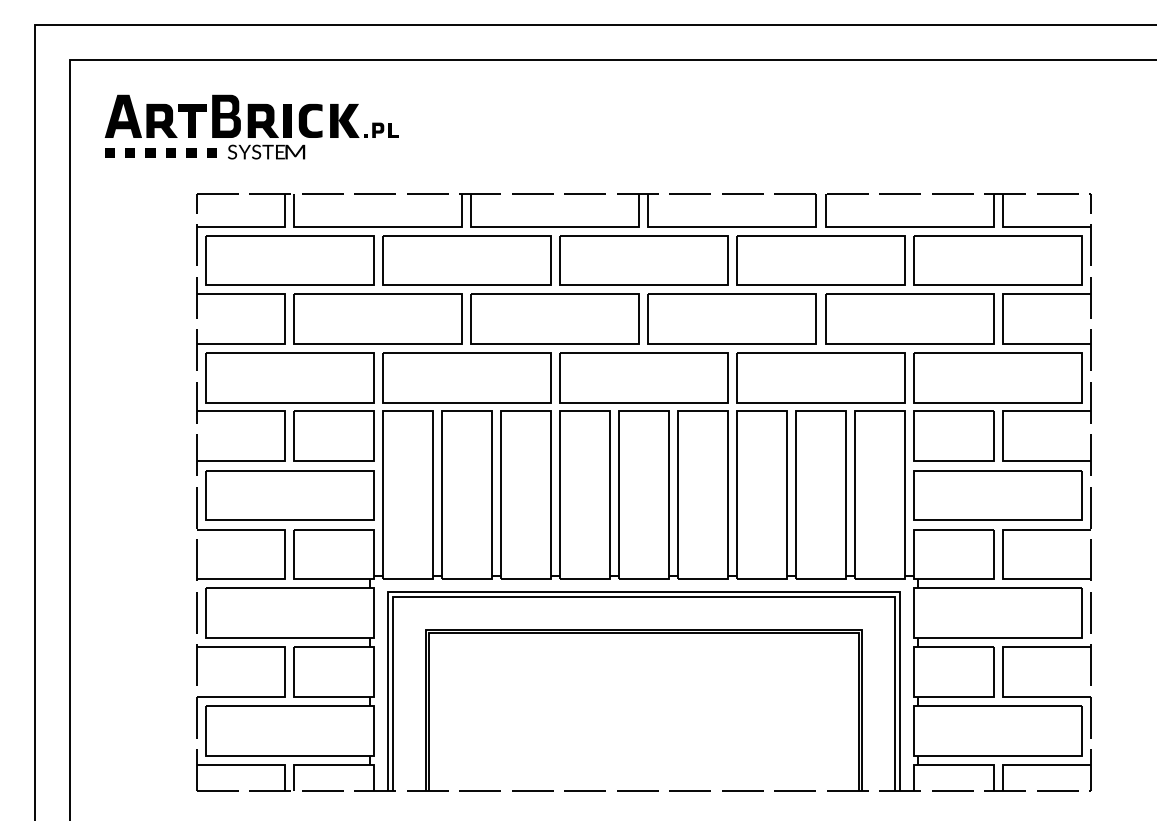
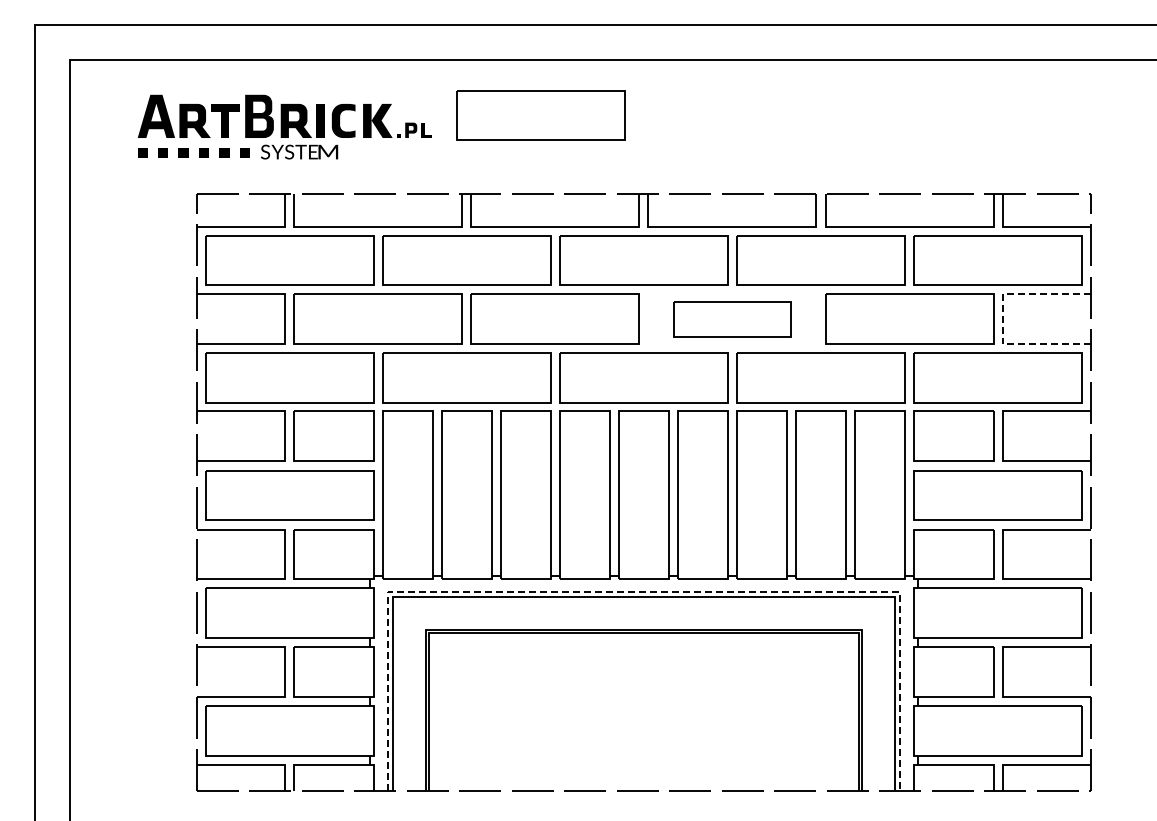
part at (540, 115): none -> present
text at (251, 126) position: (251, 126) -> (284, 126)
part at (731, 318) size: 170x52 px -> 119x37 px
line at (1002, 319): solid -> dashed
line at (644, 591): solid -> dashed
